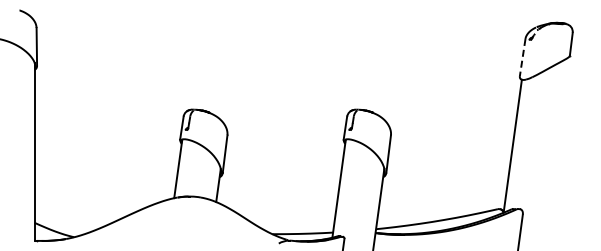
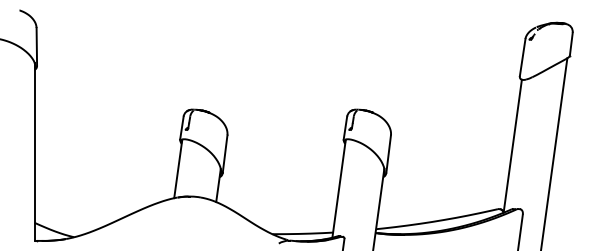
line at (522, 57): dashed -> solid
line at (554, 152): none -> present
